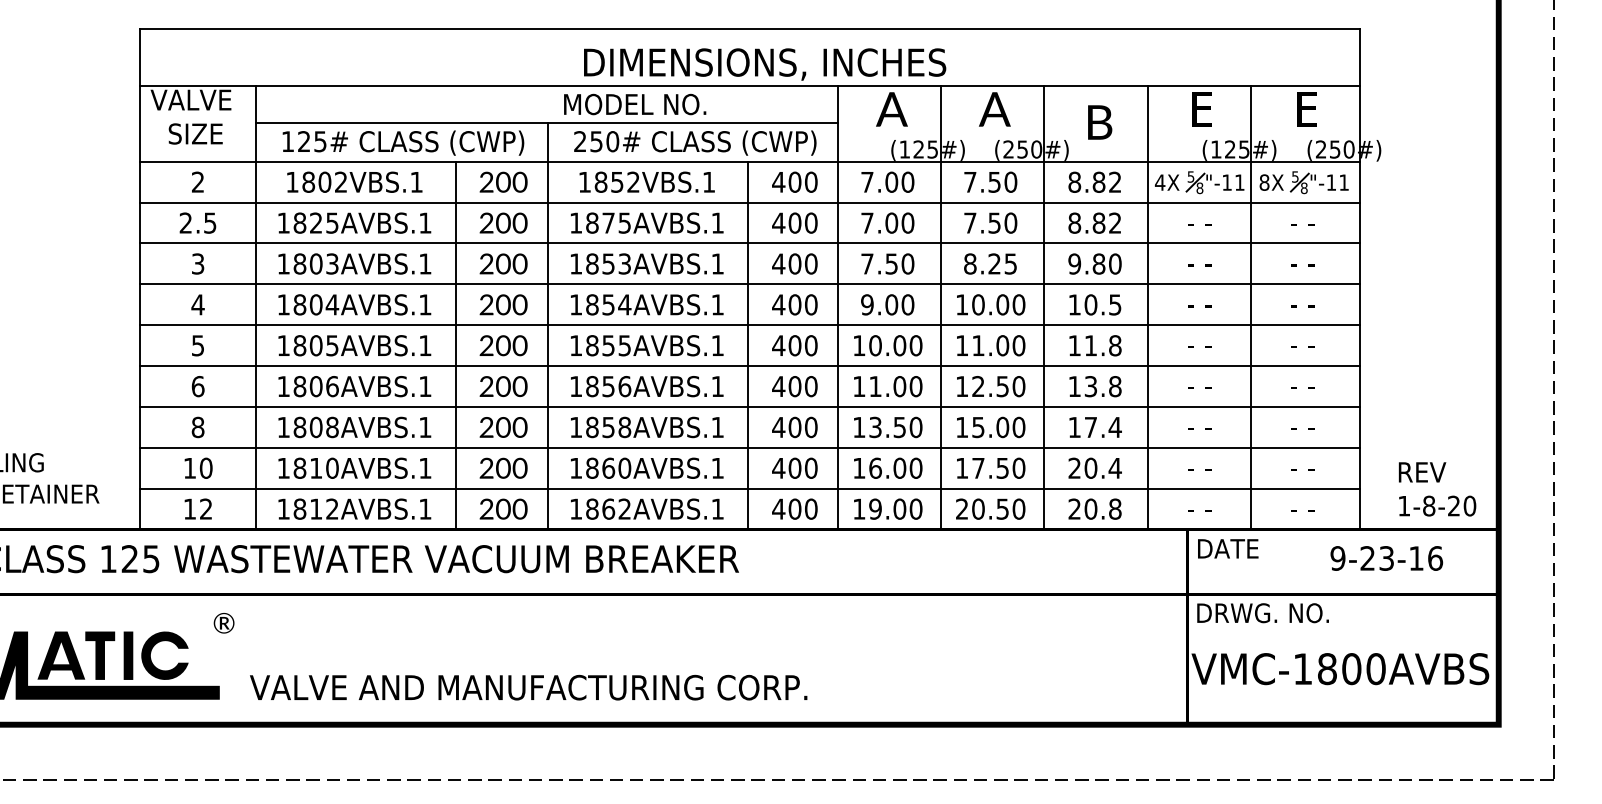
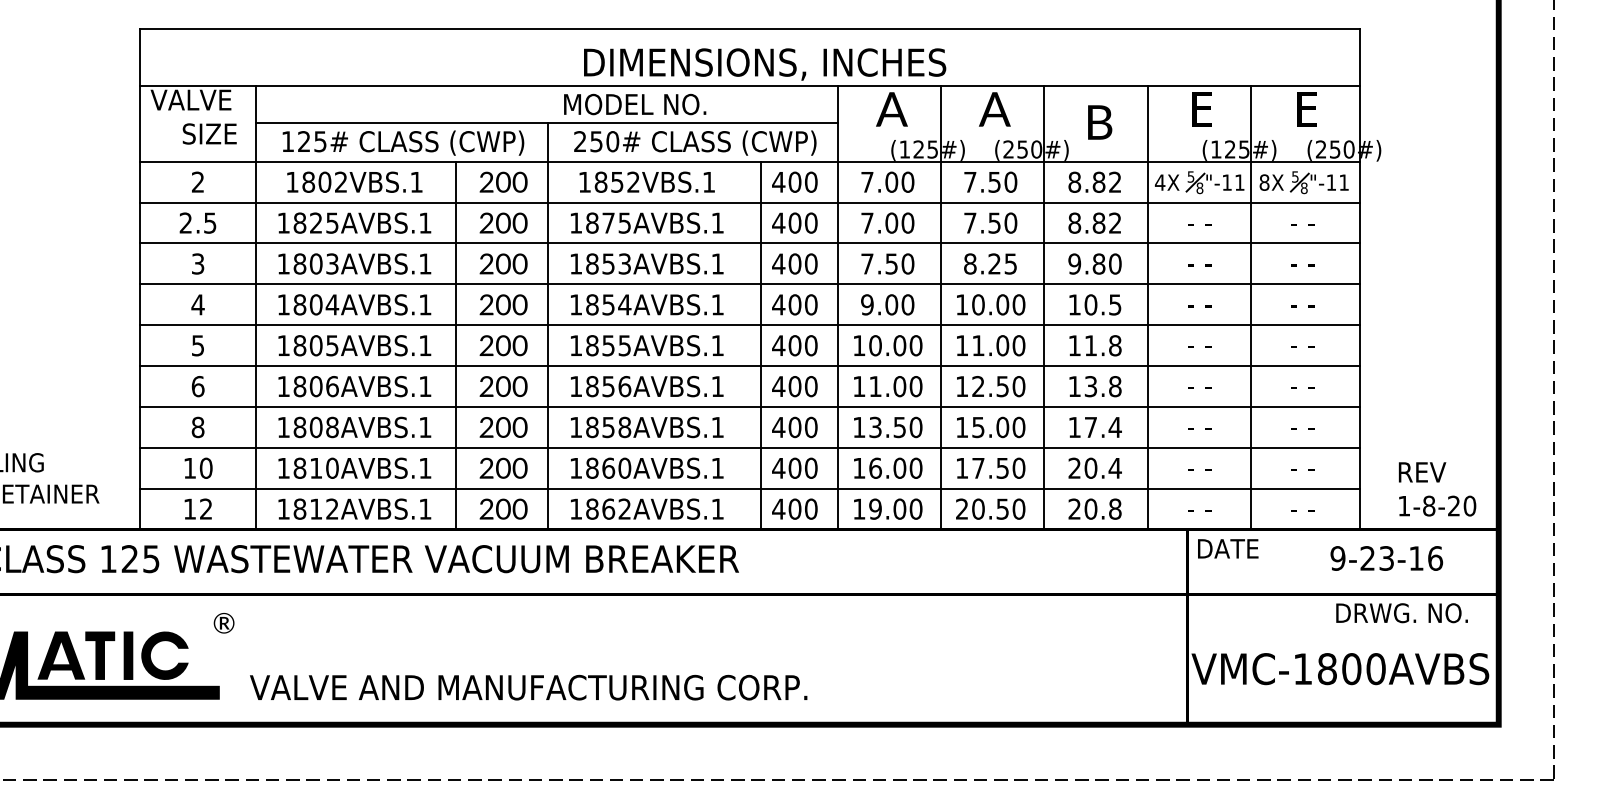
text at (195, 133) position: (195, 133) -> (209, 133)
line at (748, 345) position: (748, 345) -> (761, 345)
text at (1262, 613) position: (1262, 613) -> (1401, 613)
